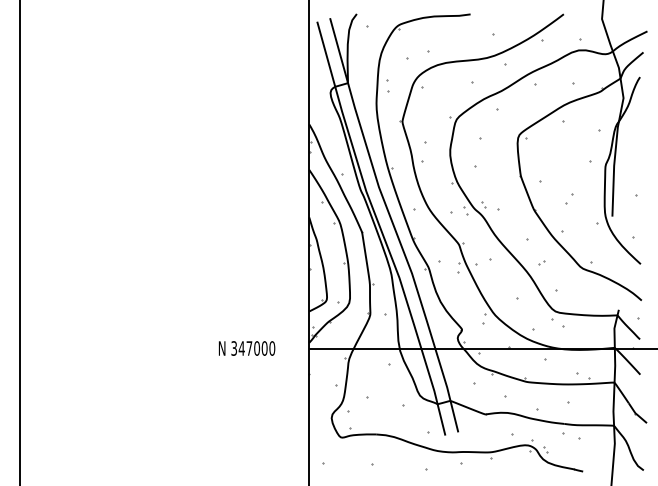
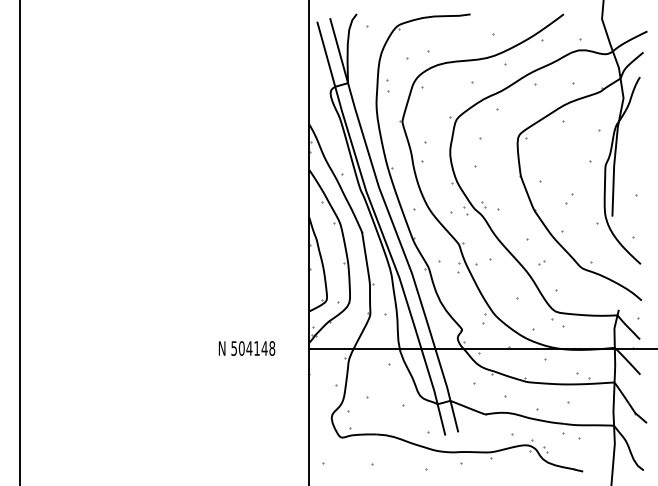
text at (253, 348): 347000 -> 504148
